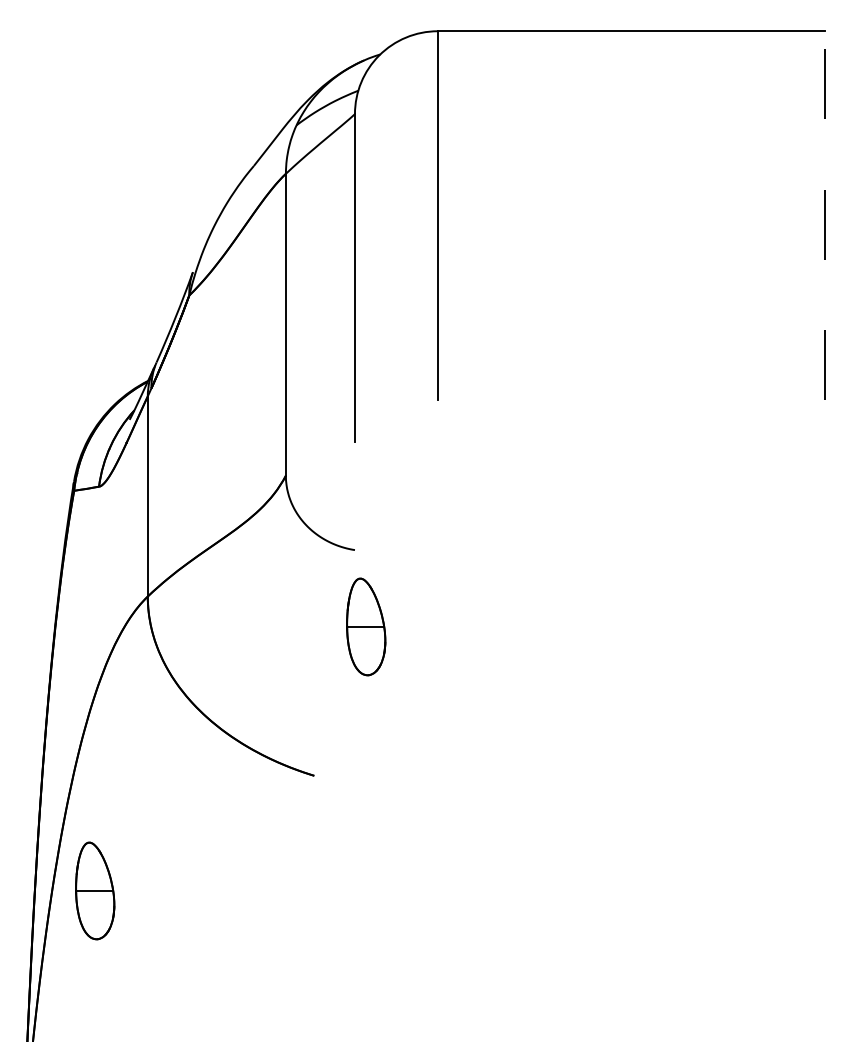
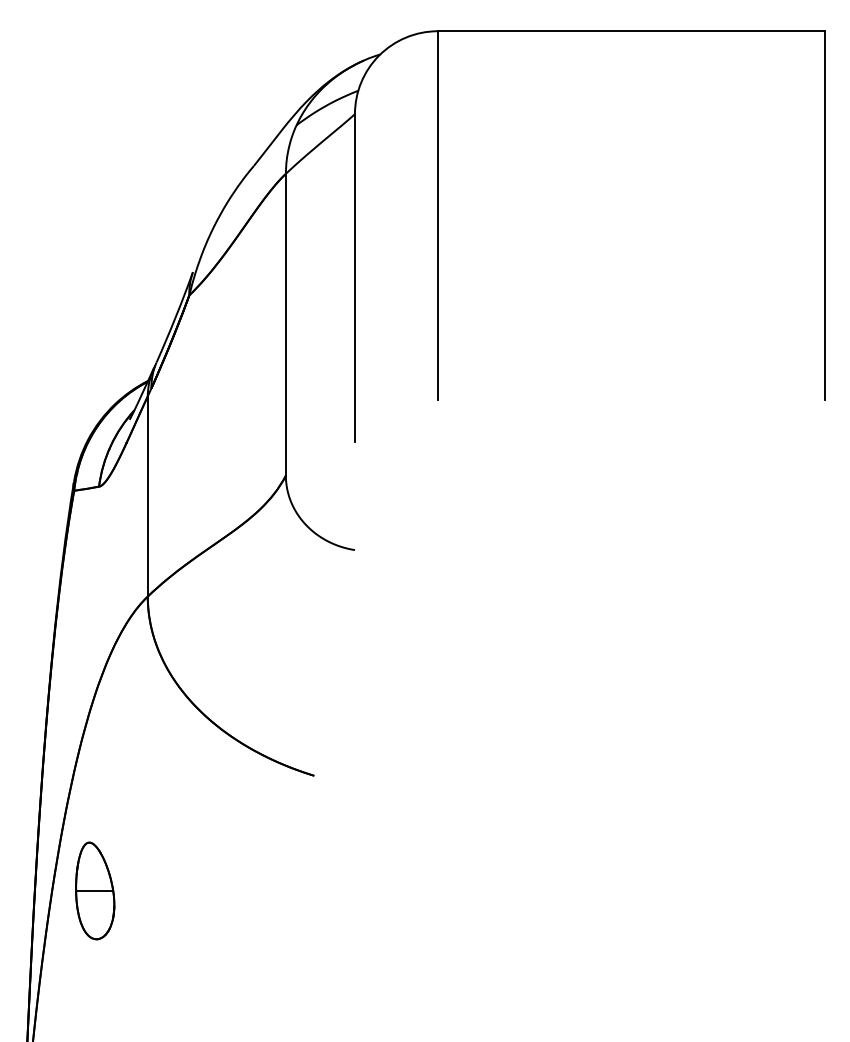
line at (824, 215): dashed -> solid
part at (366, 626): present -> none
